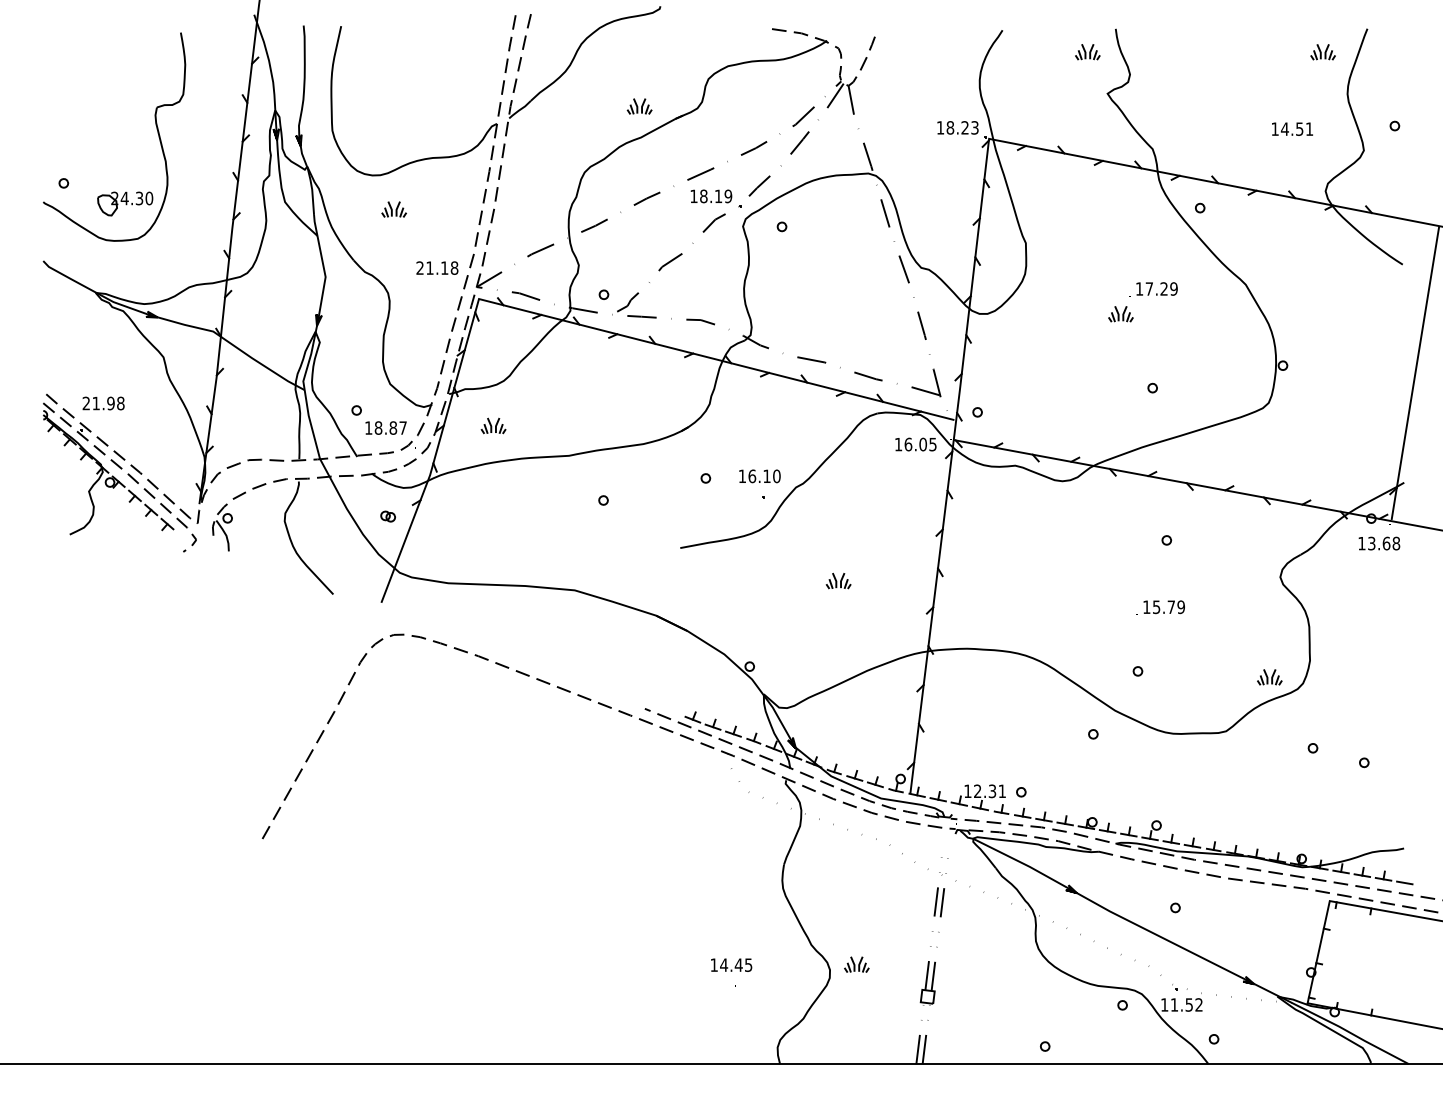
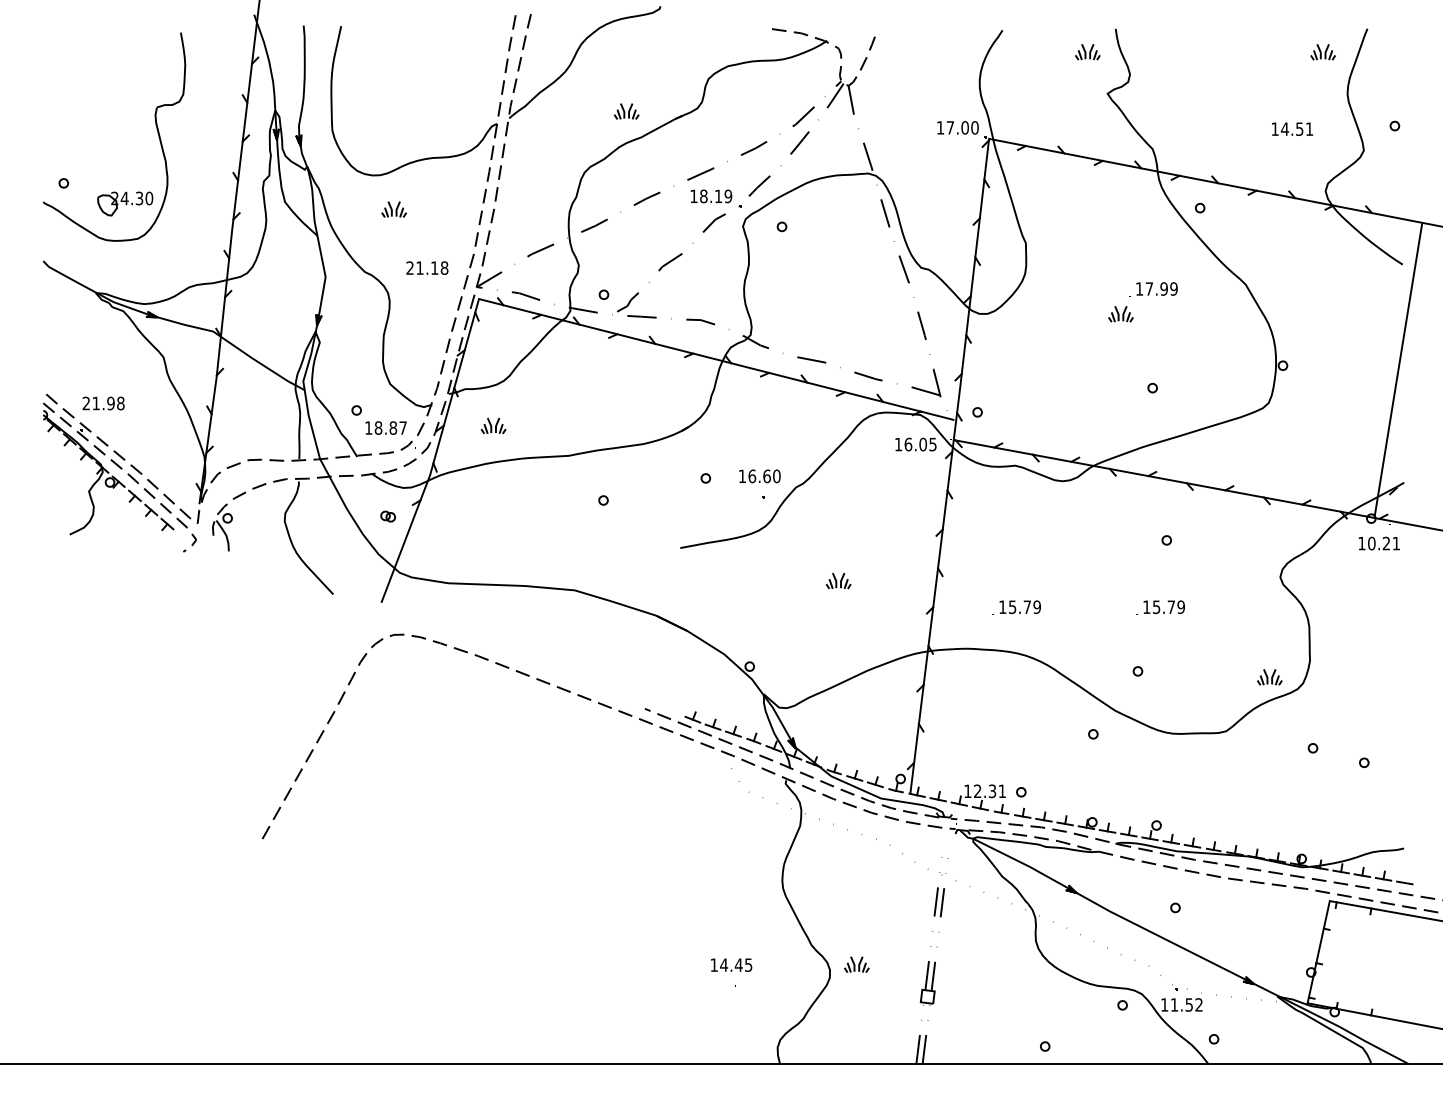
part at (639, 106) position: (639, 106) -> (626, 111)
text at (962, 127): 18.23 -> 17.00
text at (437, 267) position: (437, 267) -> (427, 267)
text at (1163, 288): 17.29 -> 17.99
line at (1415, 373) position: (1415, 373) -> (1398, 370)
text at (766, 476): 16.10 -> 16.60
text at (1384, 543): 13.68 -> 10.21
part at (1016, 607): none -> present
